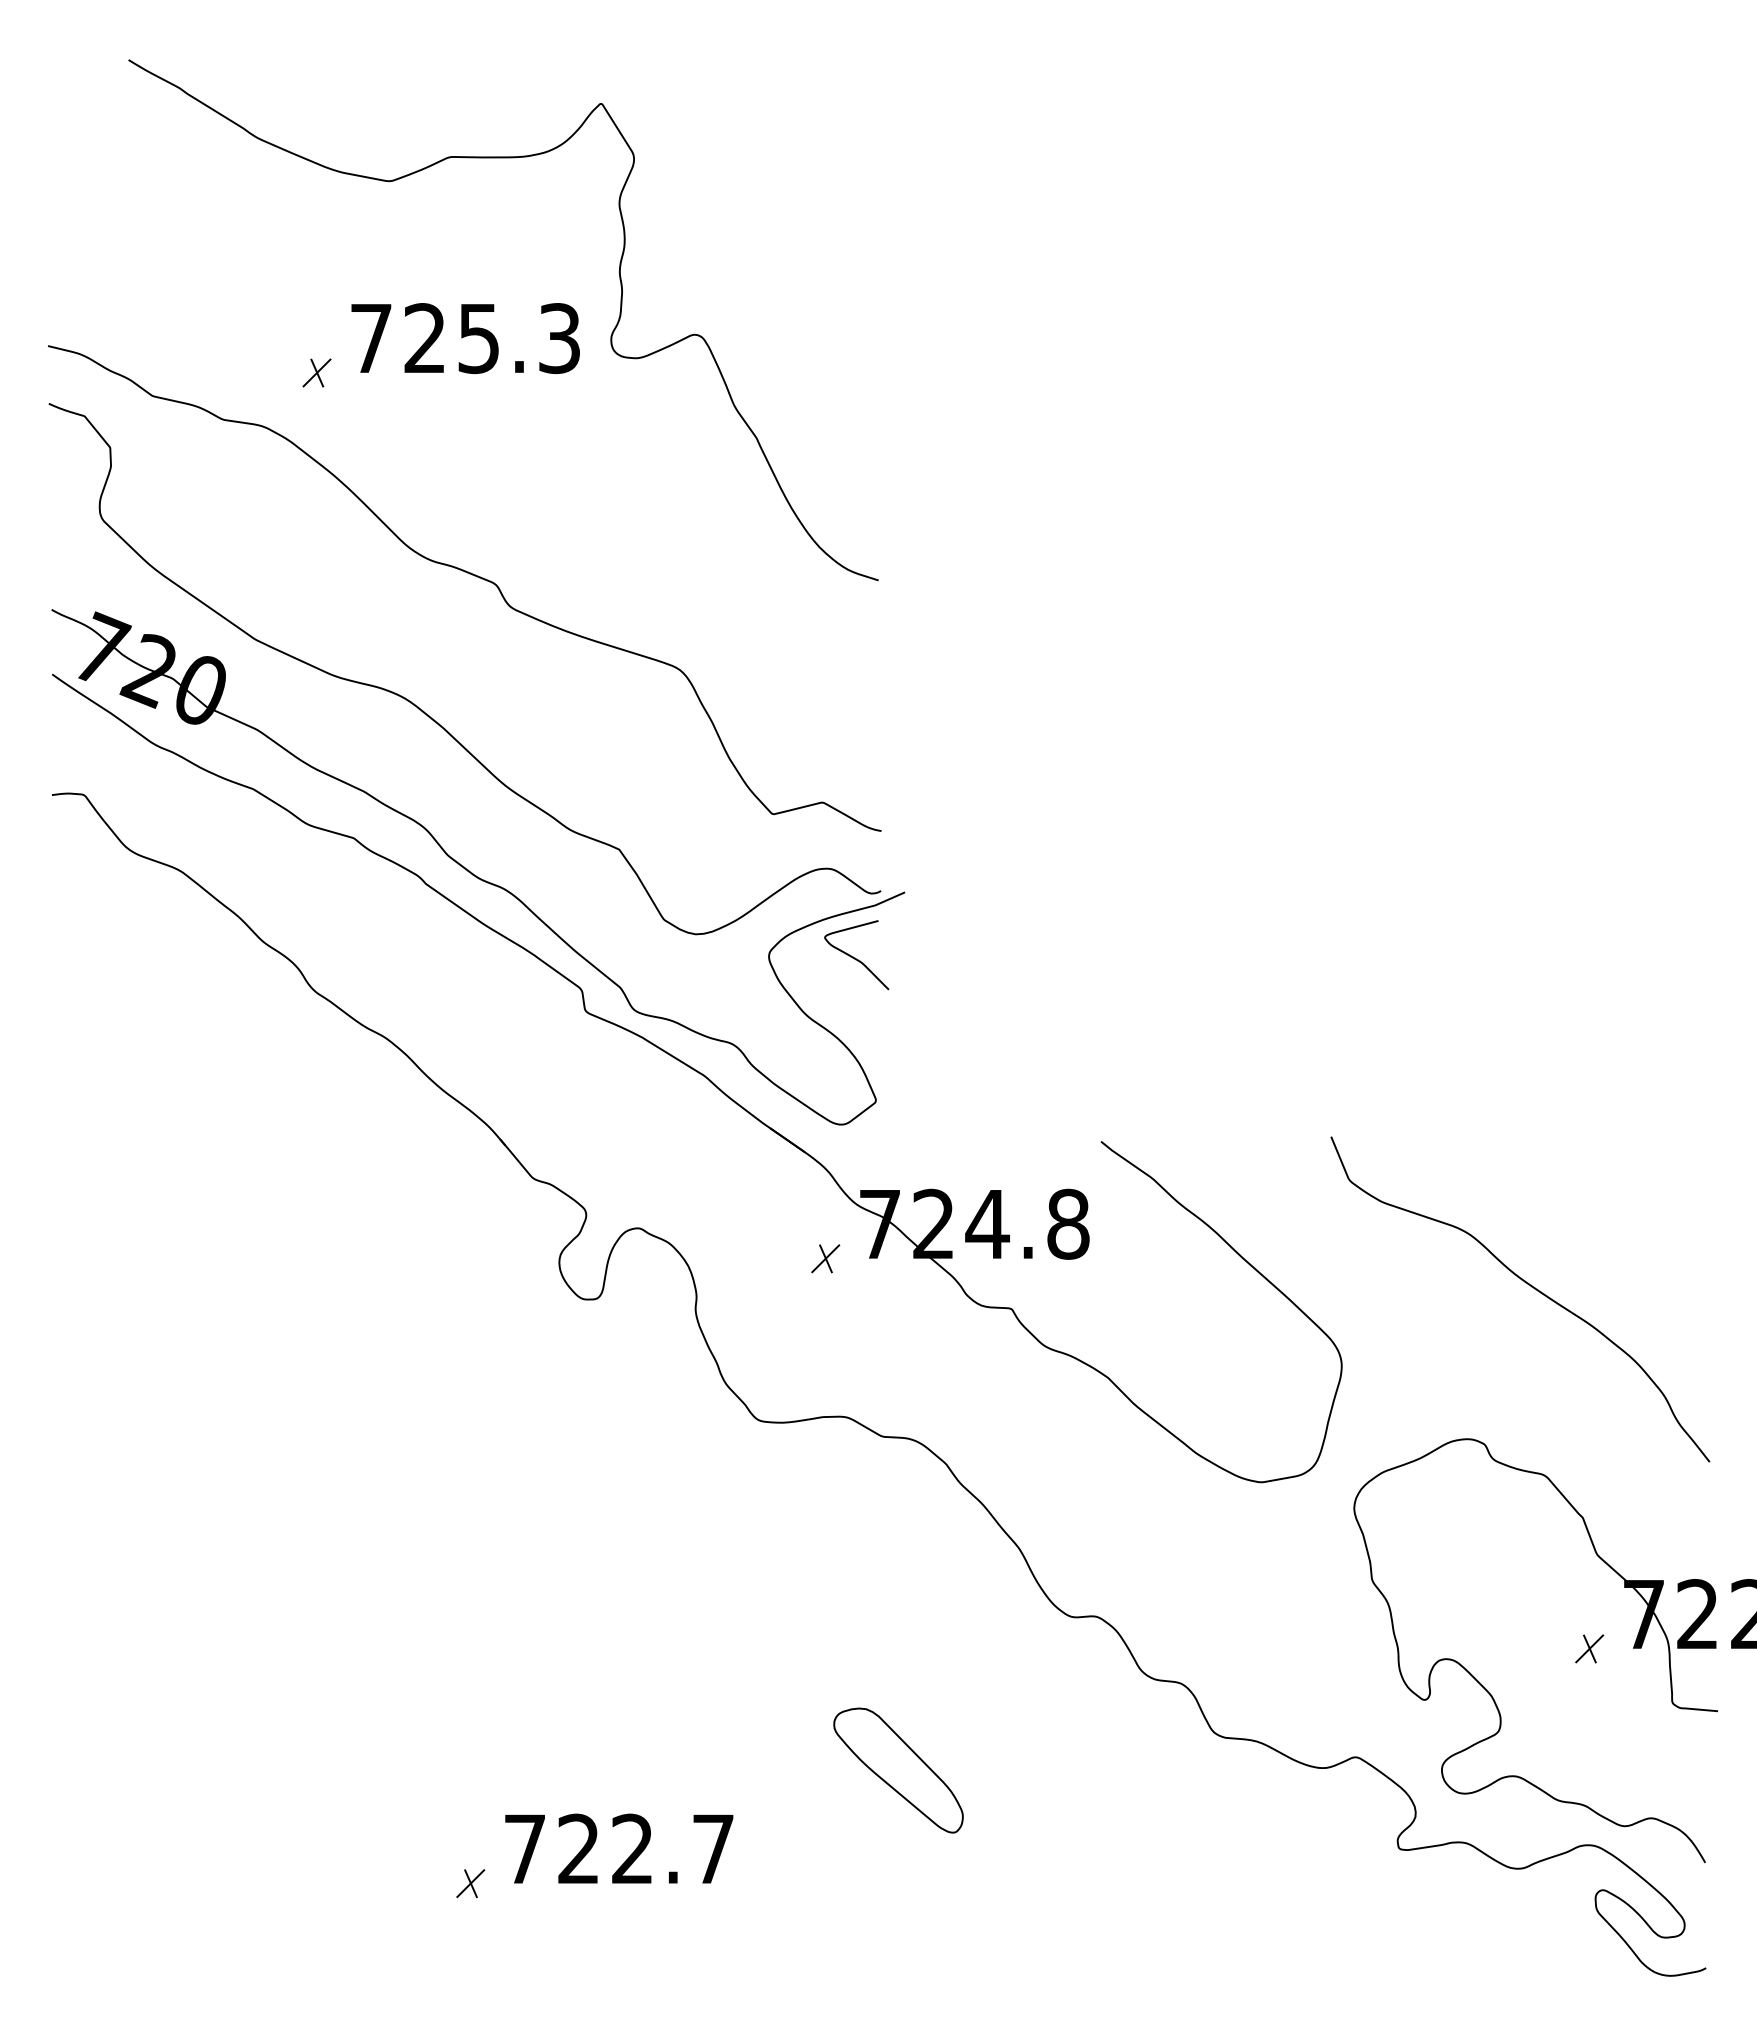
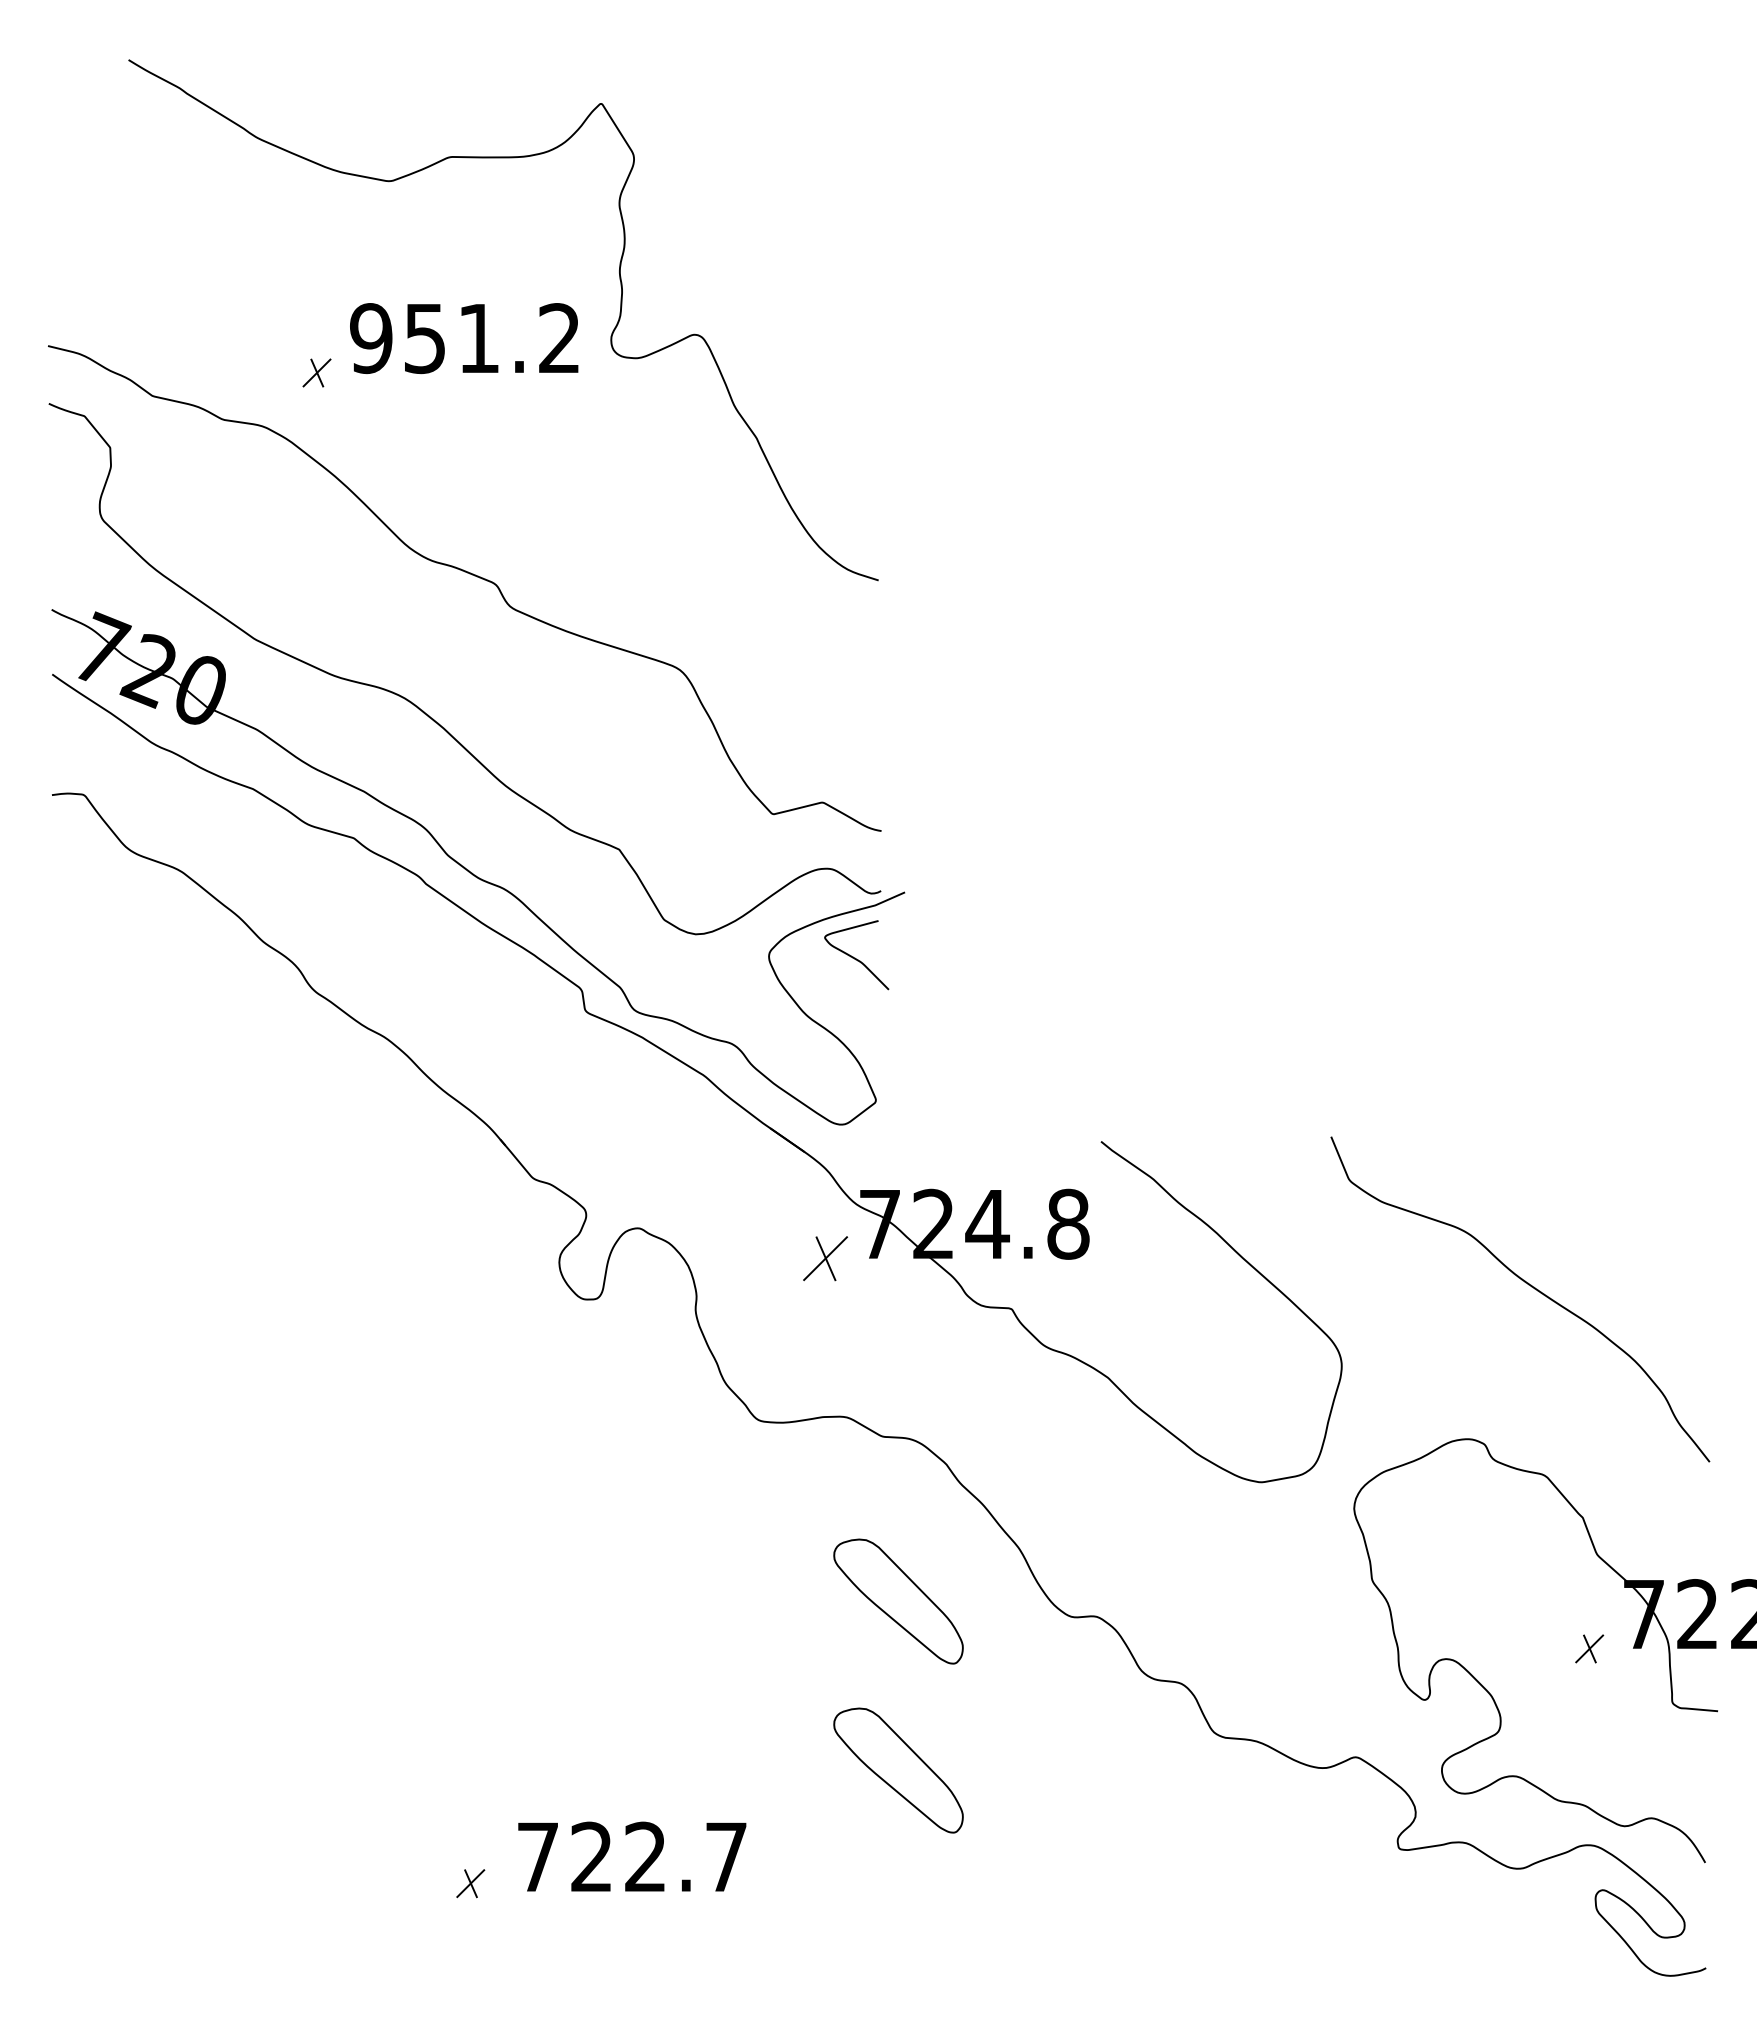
text at (464, 338): 725.3 -> 951.2
part at (825, 1258) size: 30x30 px -> 46x46 px
part at (898, 1601): none -> present
text at (619, 1848) position: (619, 1848) -> (632, 1856)
